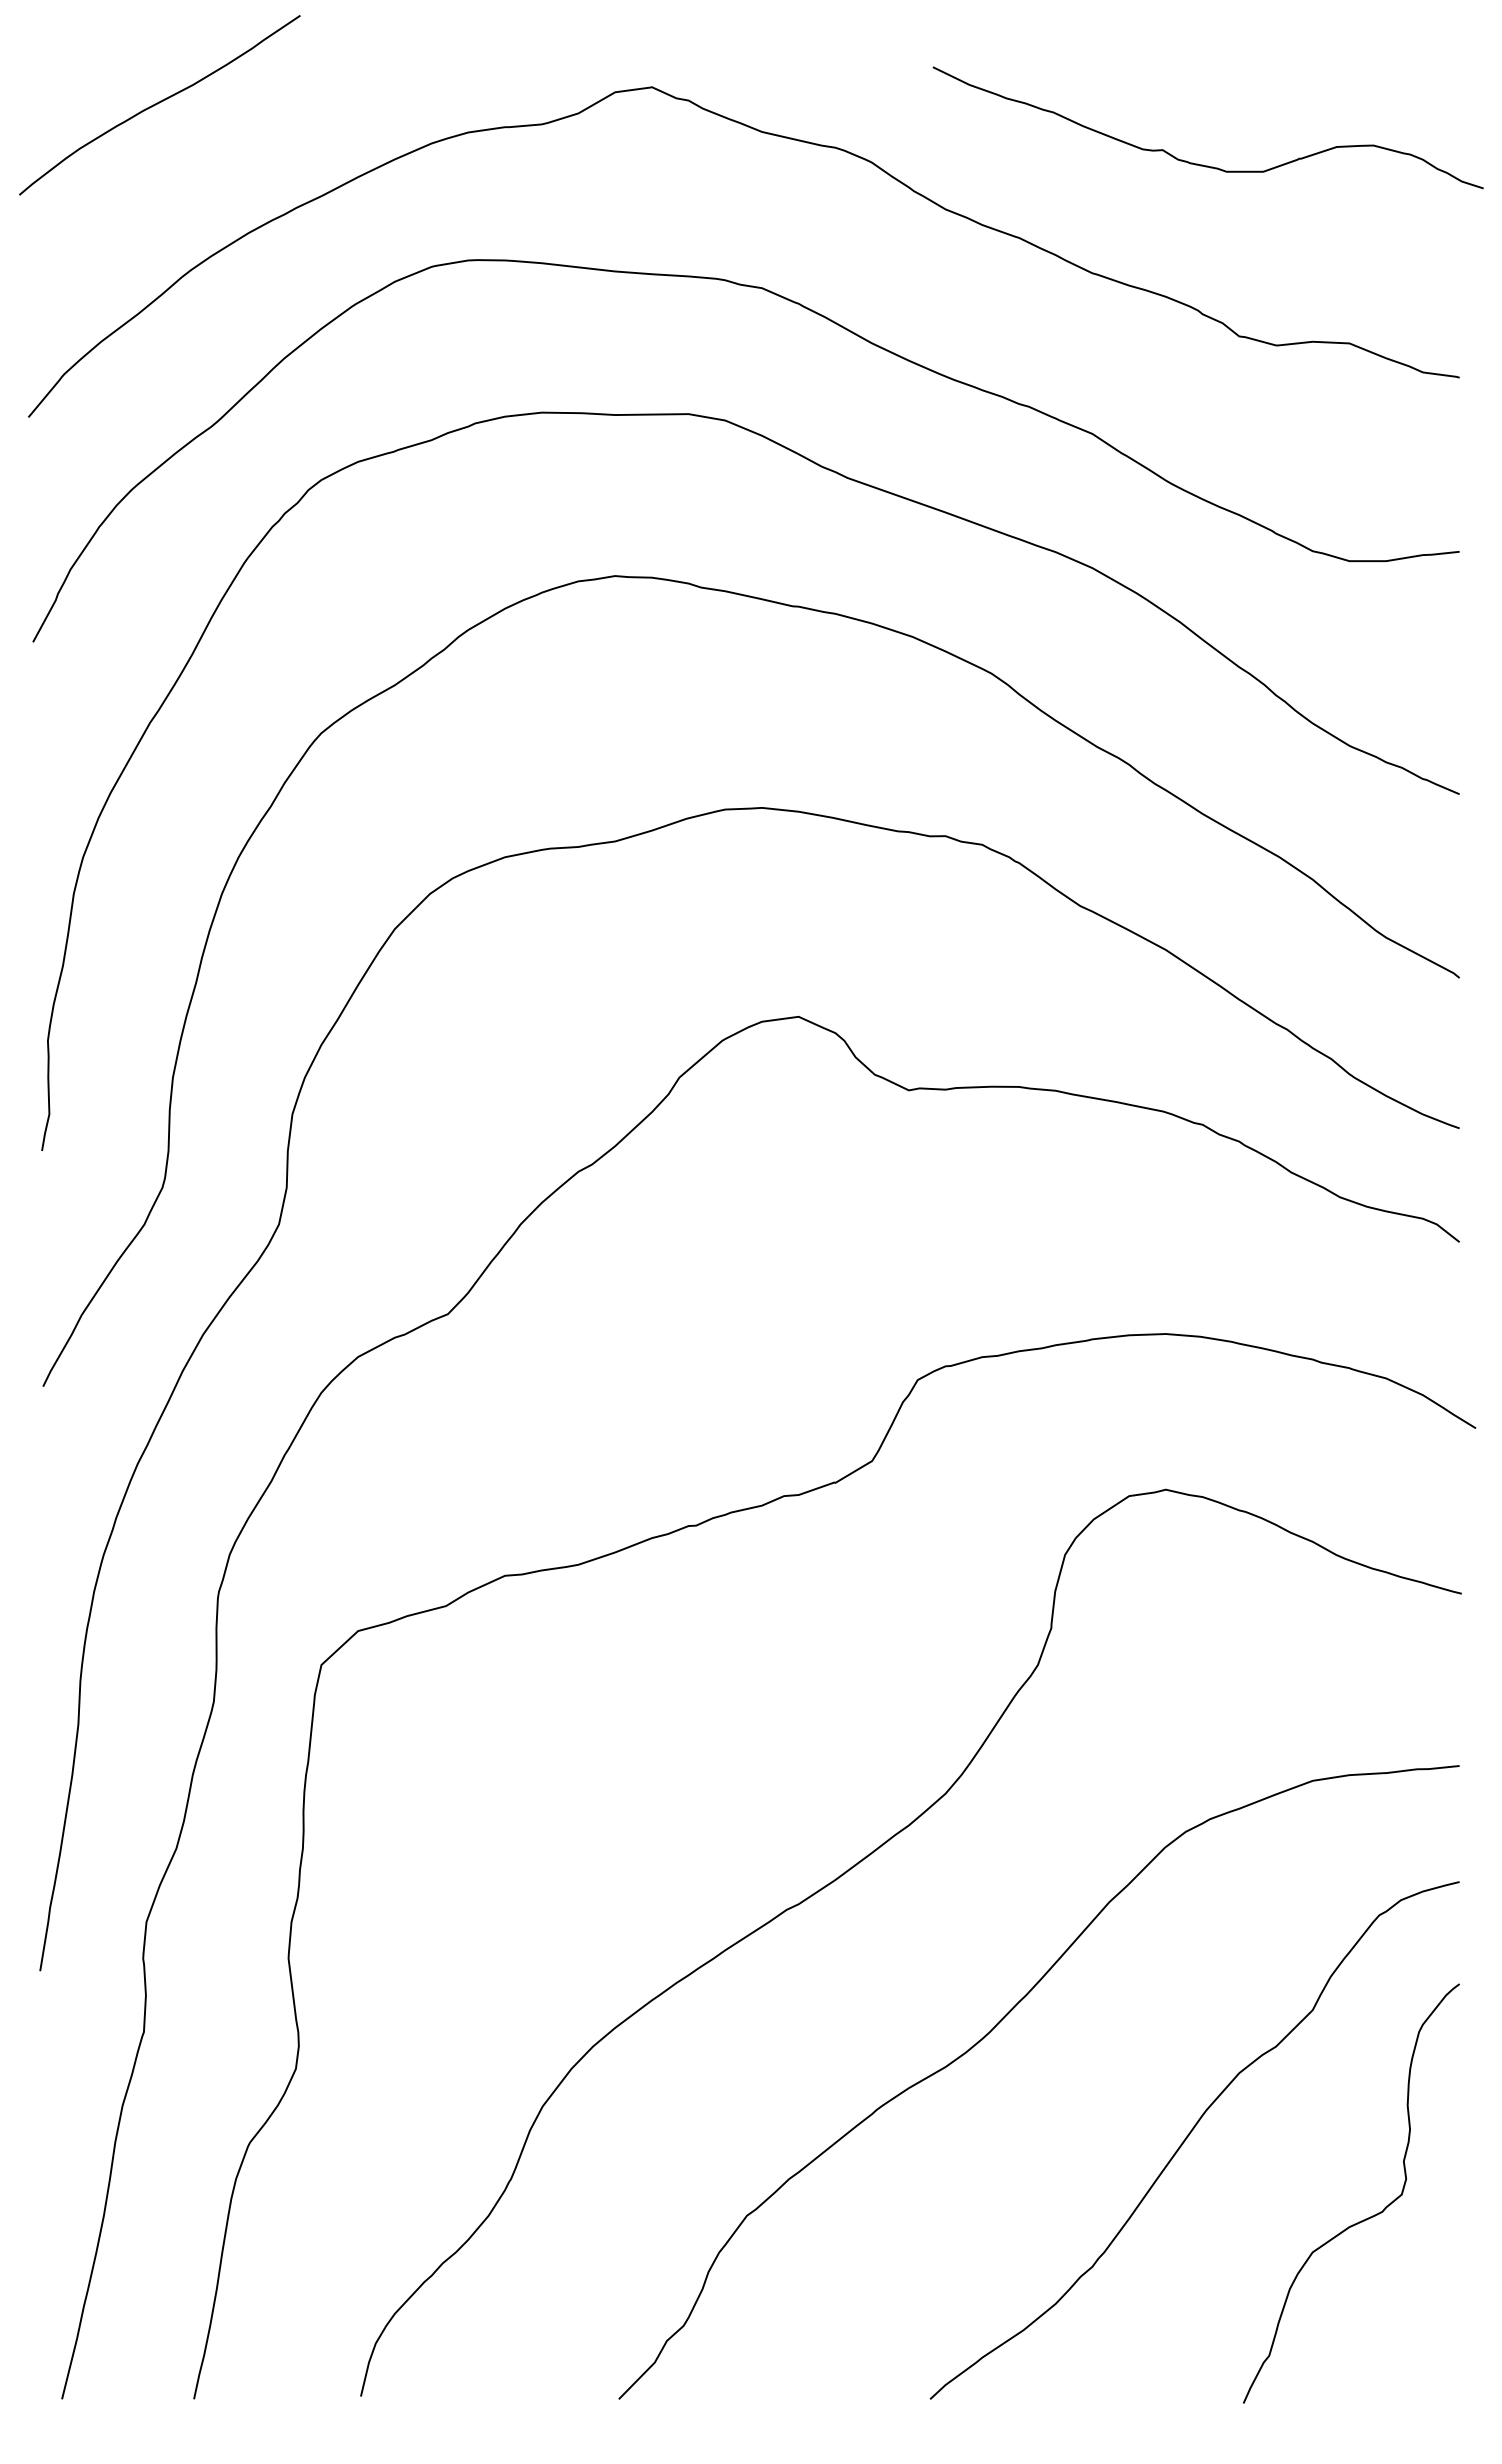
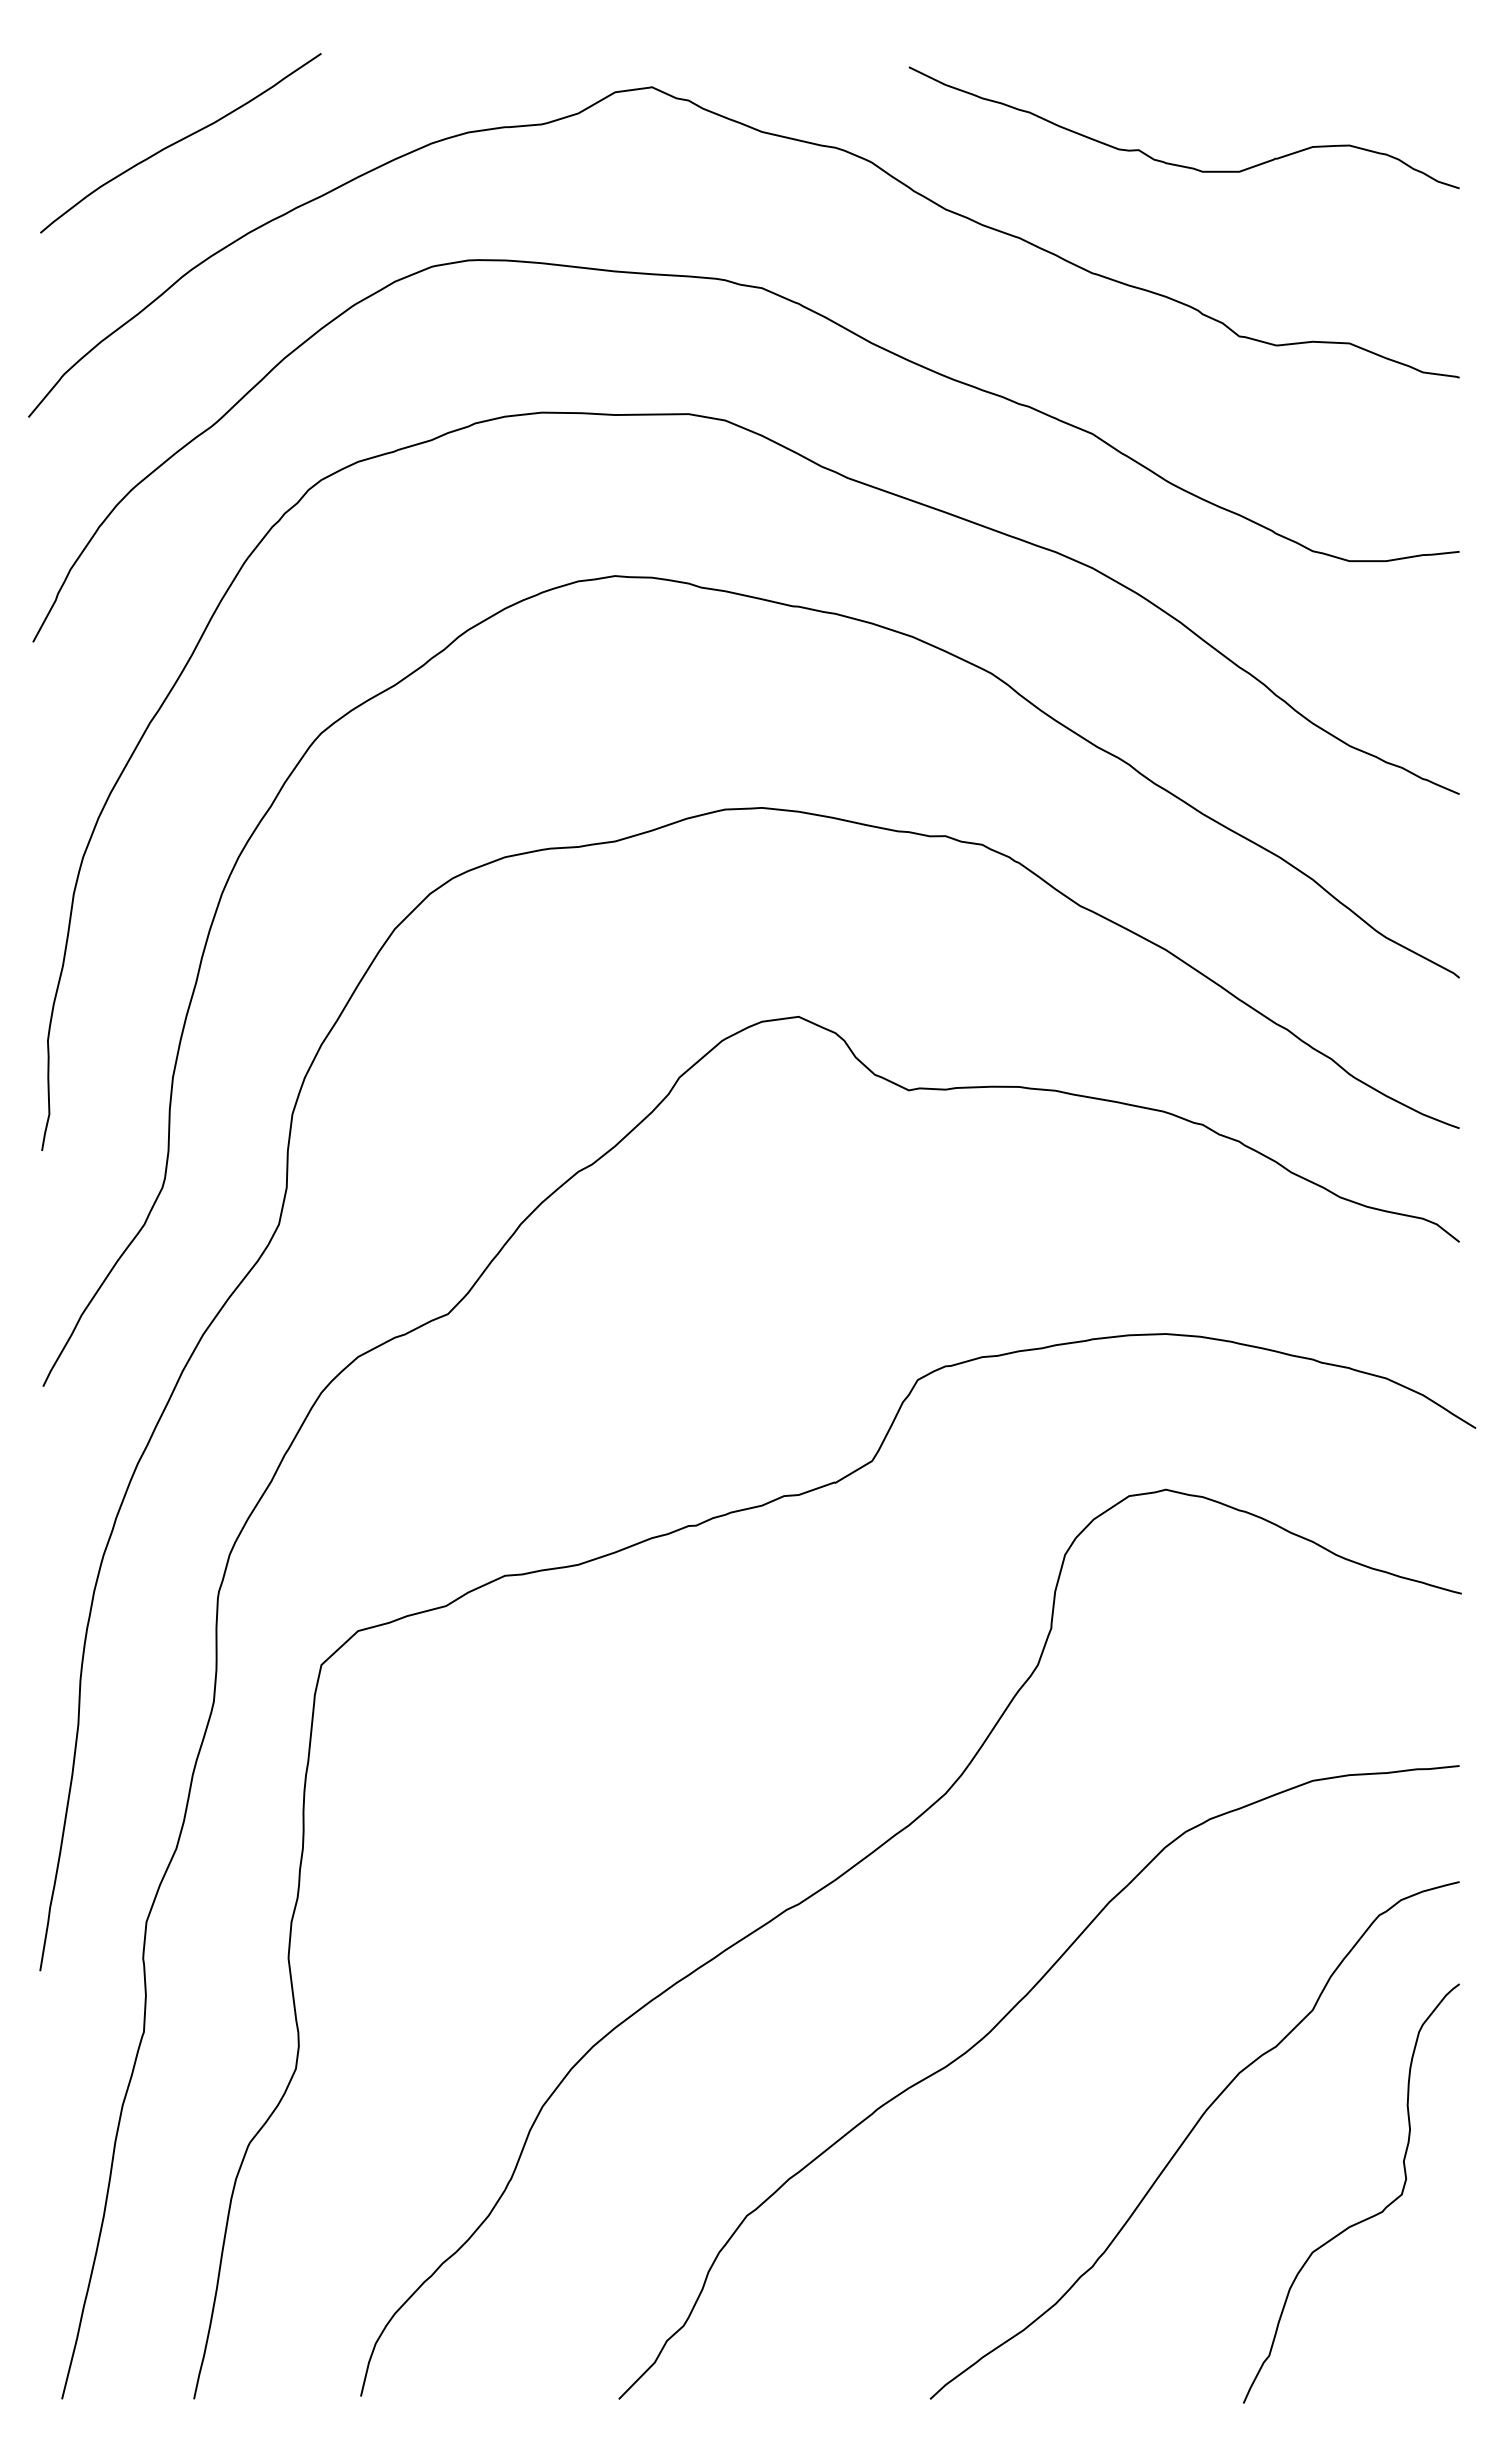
curve at (159, 103) position: (159, 103) -> (180, 141)
curve at (1203, 164) position: (1203, 164) -> (1179, 164)
